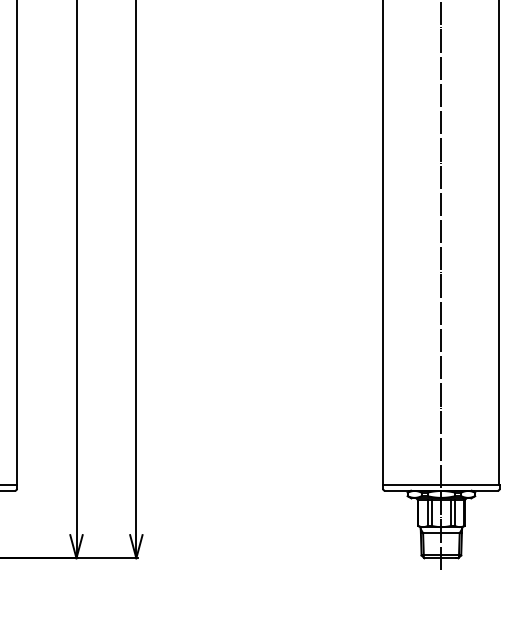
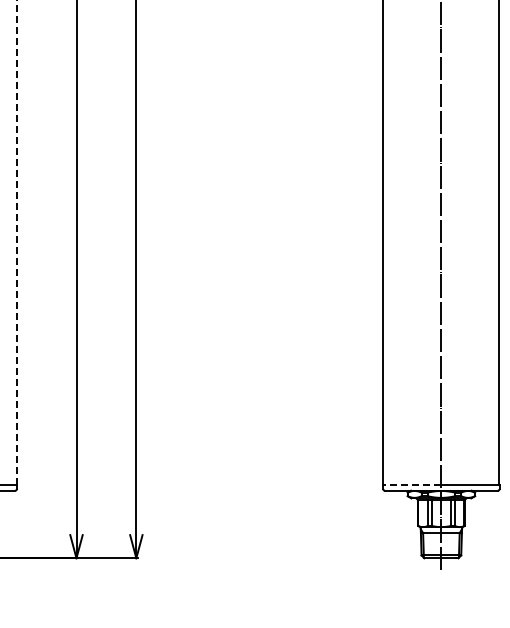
line at (16, 241): solid -> dashed
line at (411, 484): solid -> dashed
